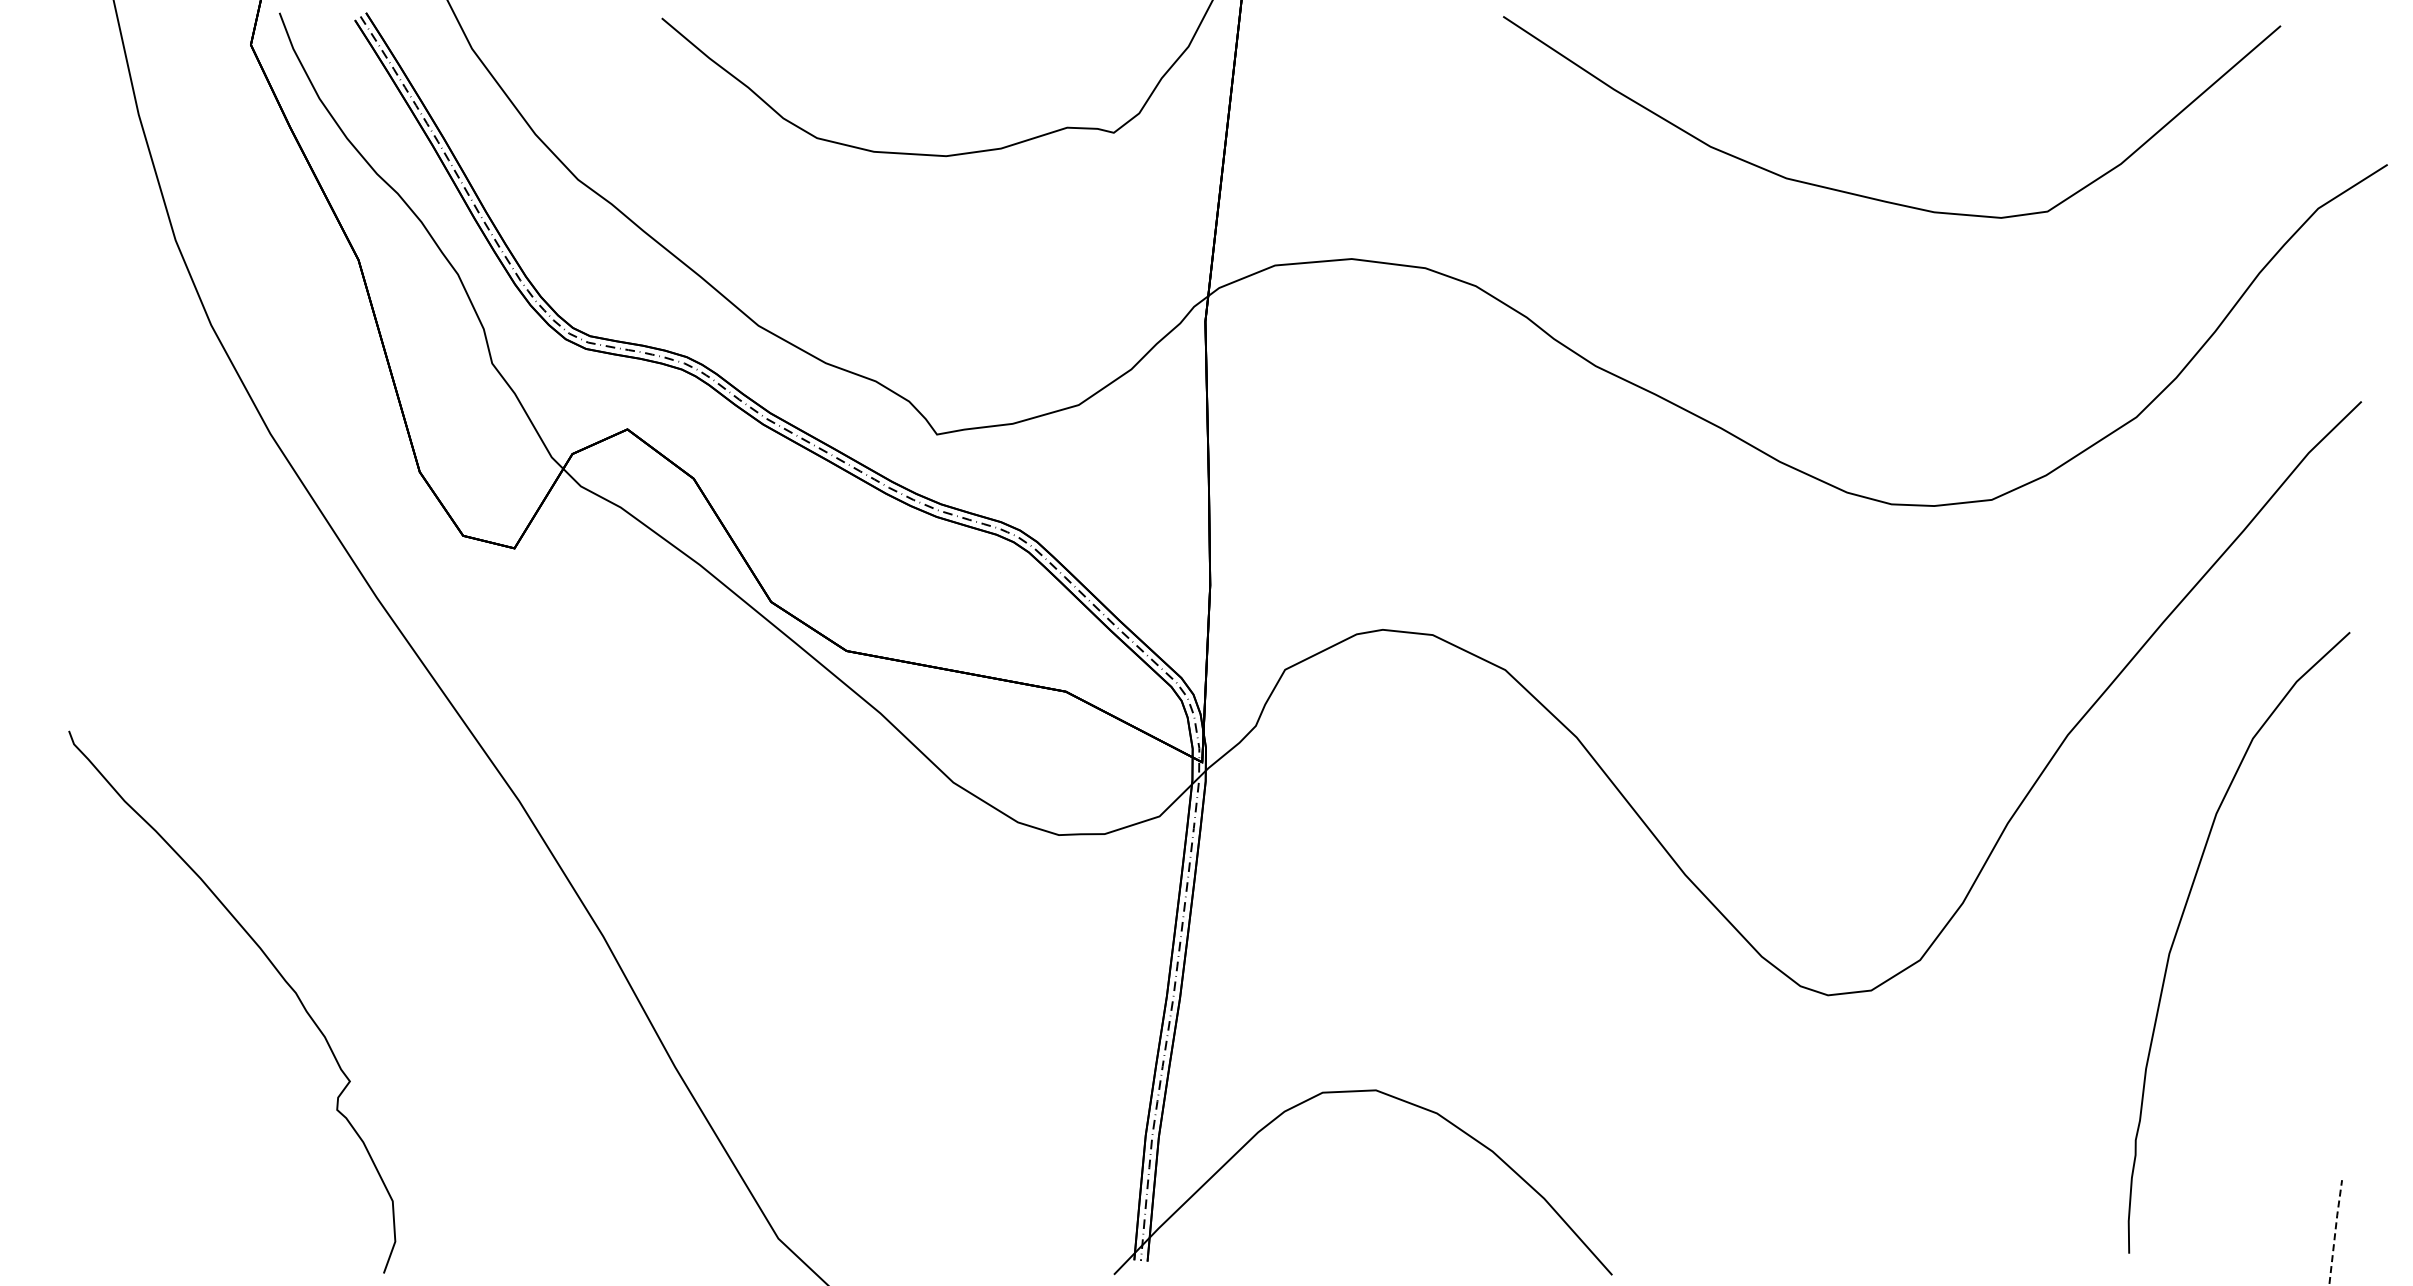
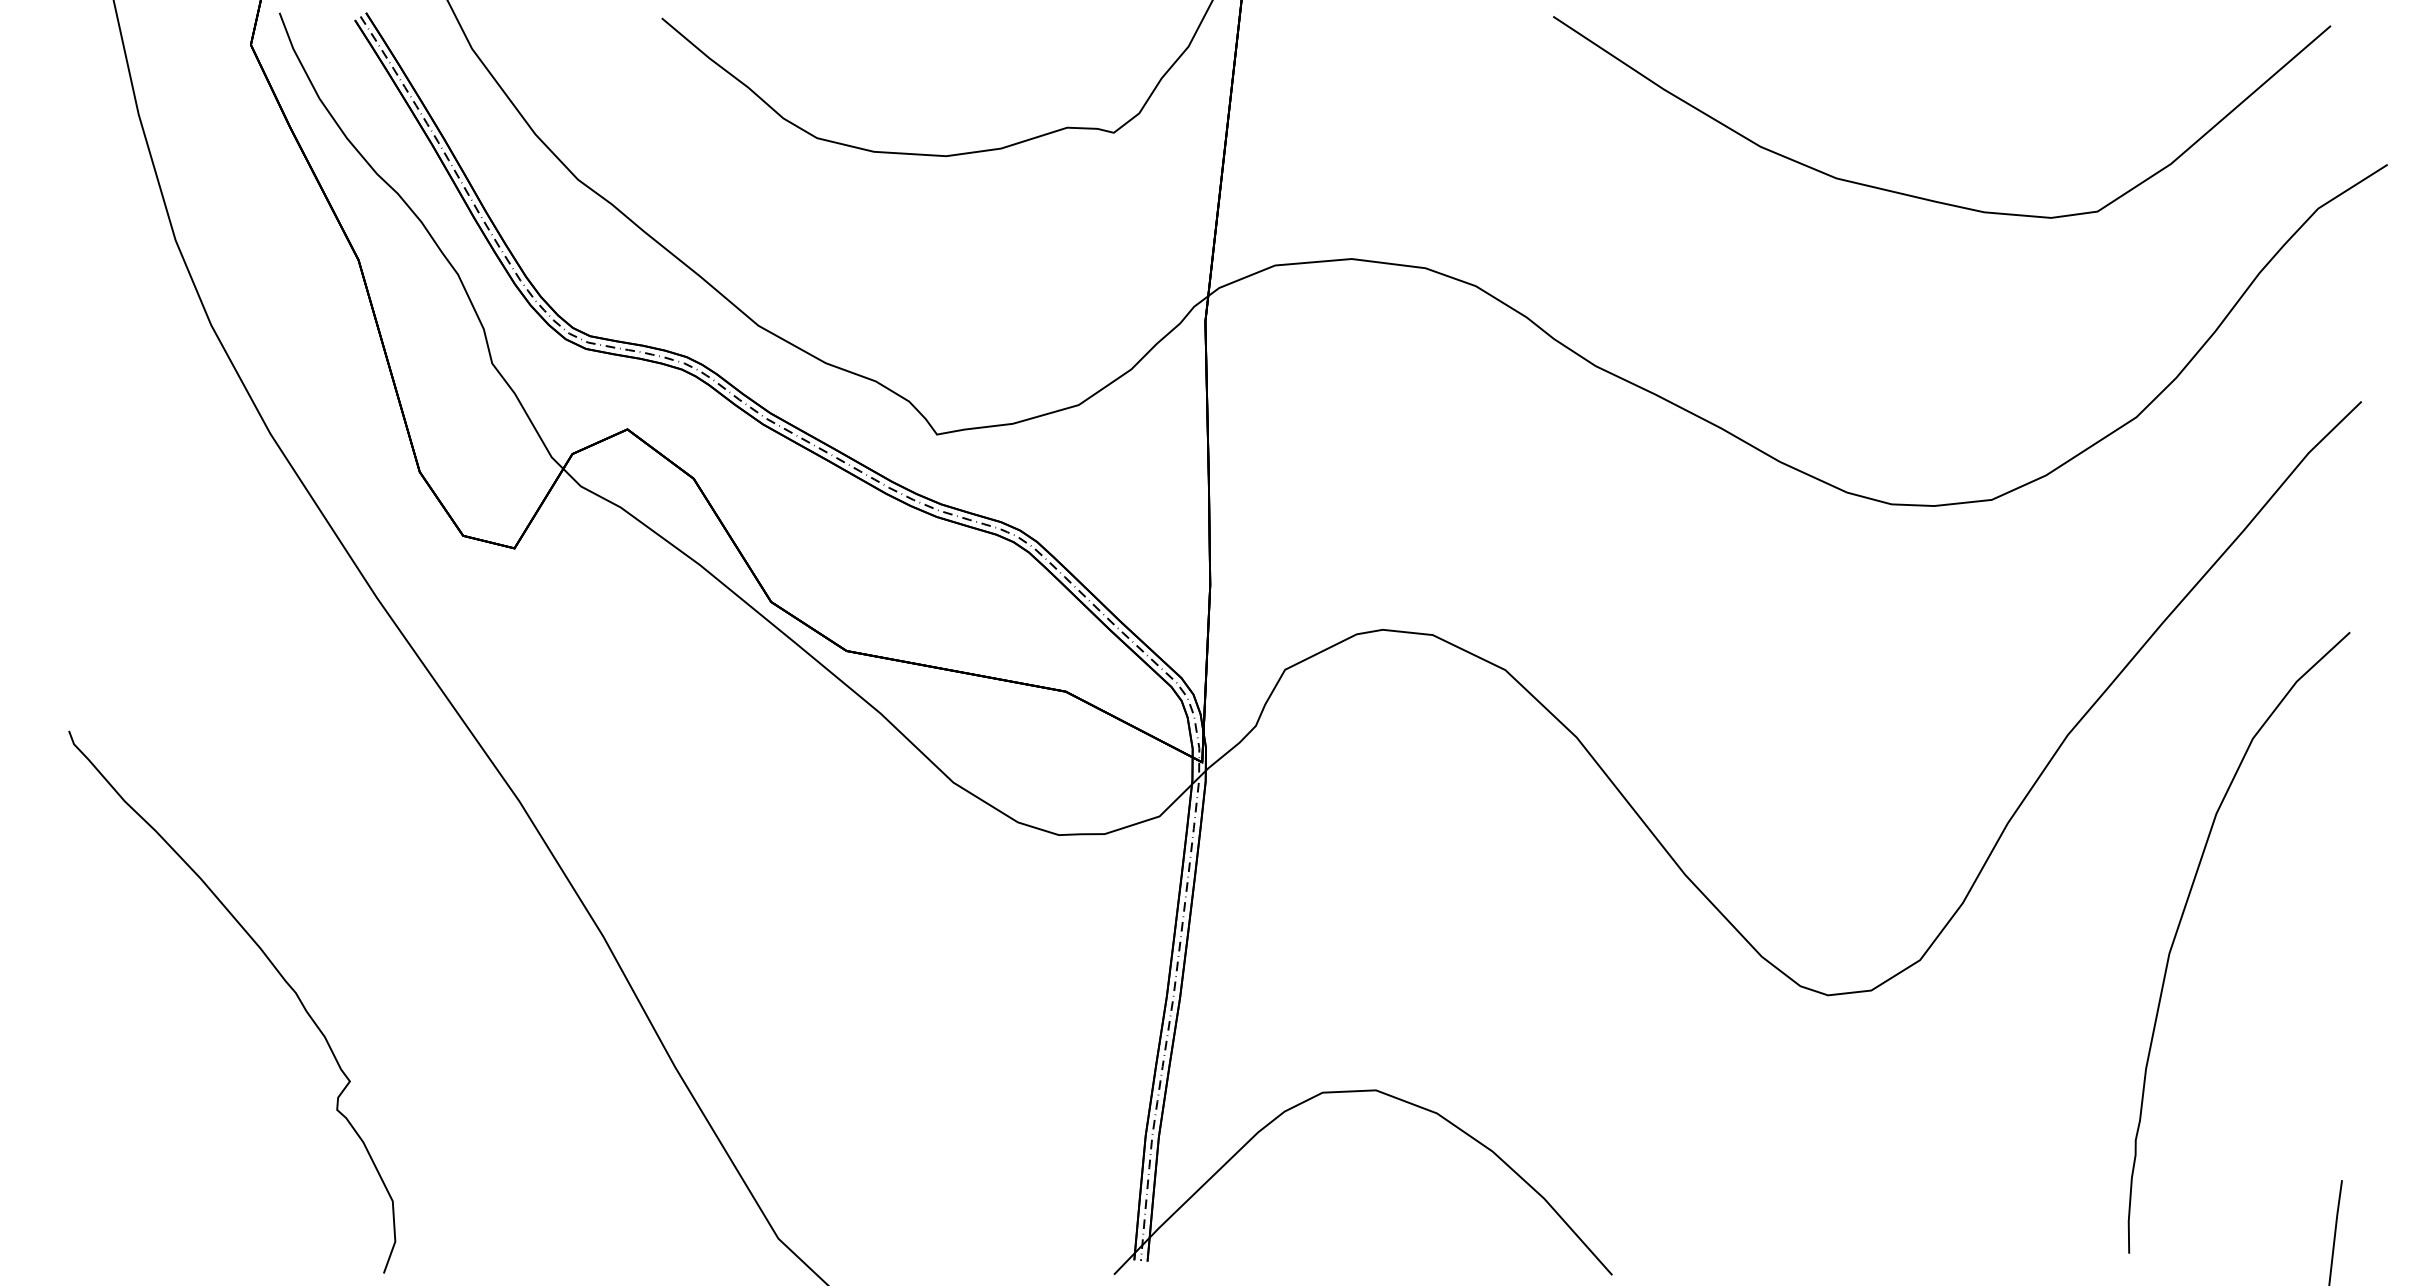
curve at (1877, 198) position: (1877, 198) -> (1927, 198)
line at (2335, 1231): dashed -> solid
